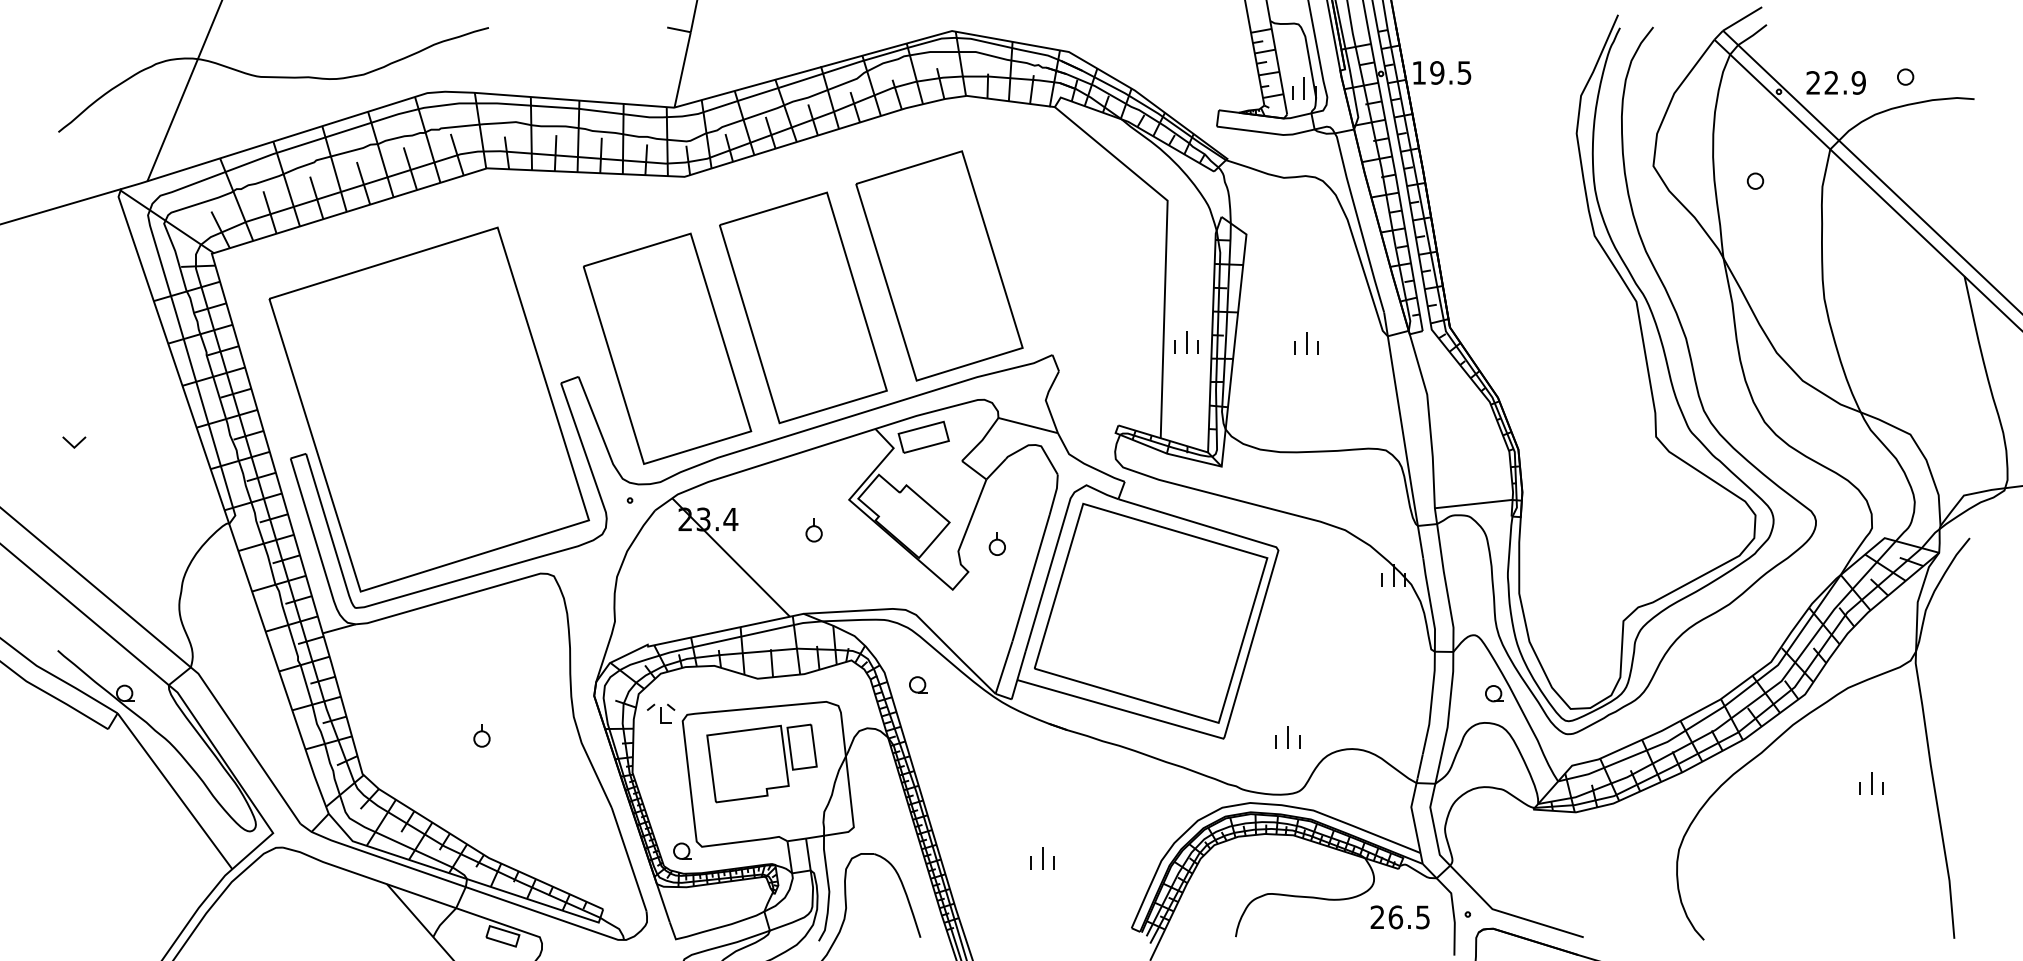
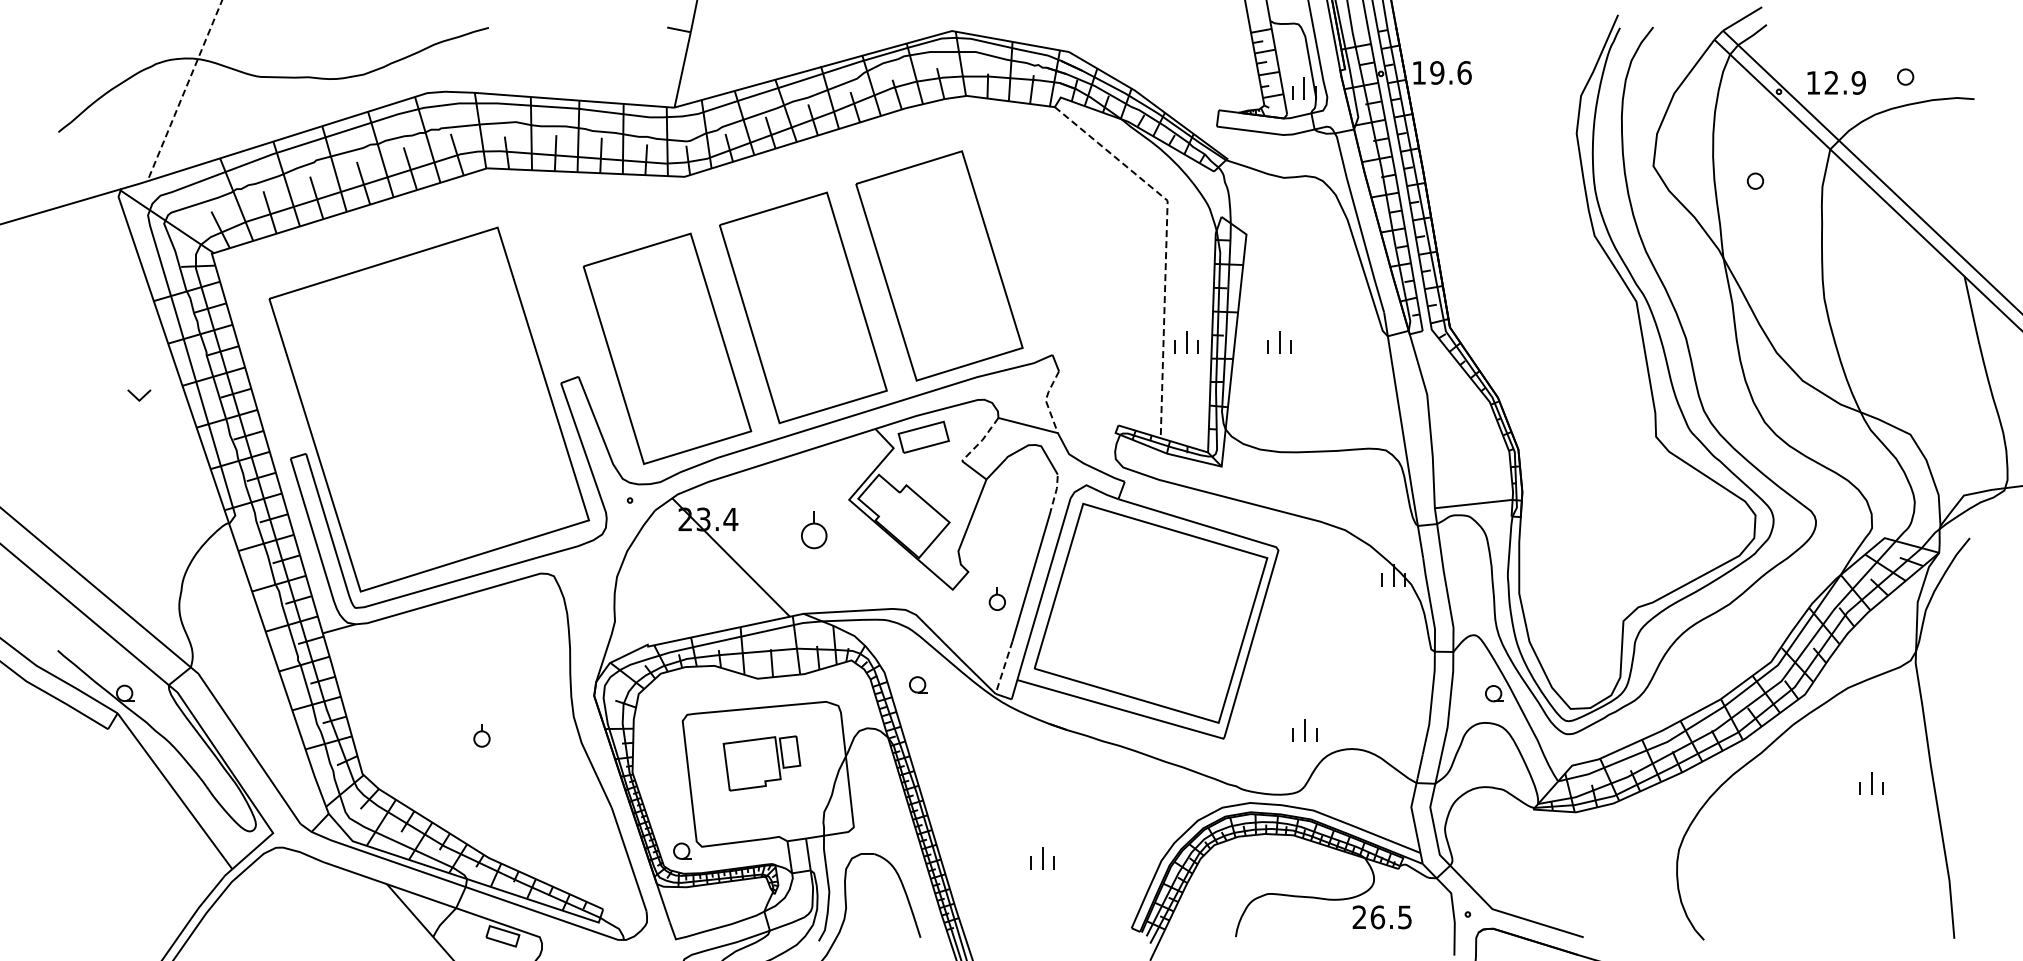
text at (1464, 72): 19.5 -> 19.6
text at (1812, 82): 22.9 -> 12.9
line at (185, 90): solid -> dashed
line at (1166, 245): solid -> dashed
part at (1306, 343) position: (1306, 343) -> (1279, 342)
line at (1045, 400): solid -> dashed
line at (981, 440): solid -> dashed
part at (74, 442) position: (74, 442) -> (139, 395)
line at (1055, 494): solid -> dashed
part at (813, 530) size: 18x25 px -> 27x39 px
part at (996, 543) position: (996, 543) -> (996, 598)
line at (1004, 667): solid -> dashed
part at (660, 713): present -> none
part at (1287, 737) position: (1287, 737) -> (1304, 730)
part at (761, 763) size: 112x81 px -> 80x57 px
text at (1399, 917) position: (1399, 917) -> (1381, 917)
